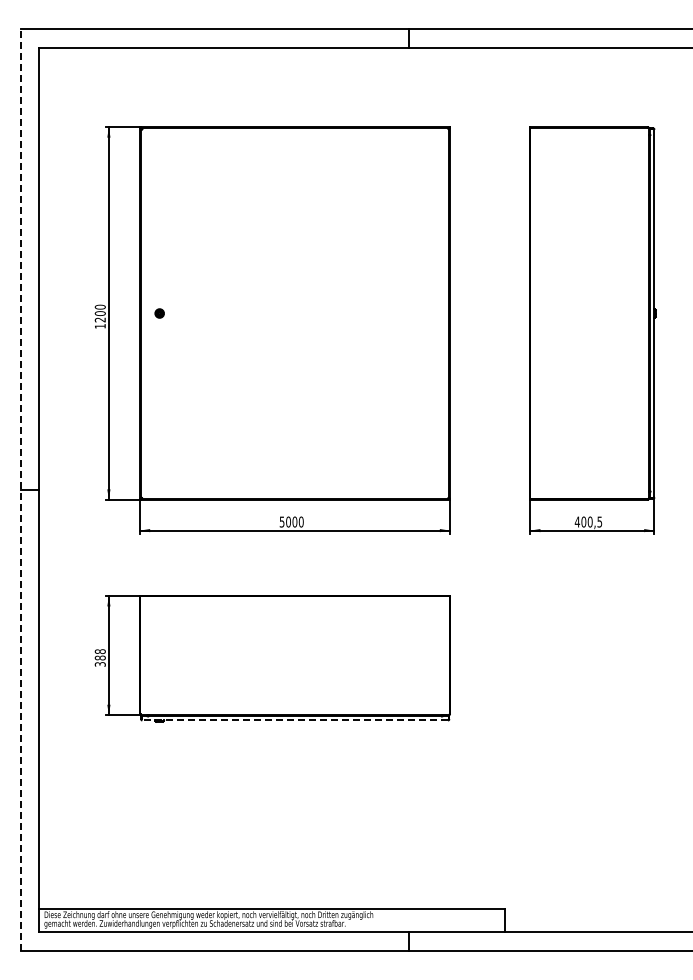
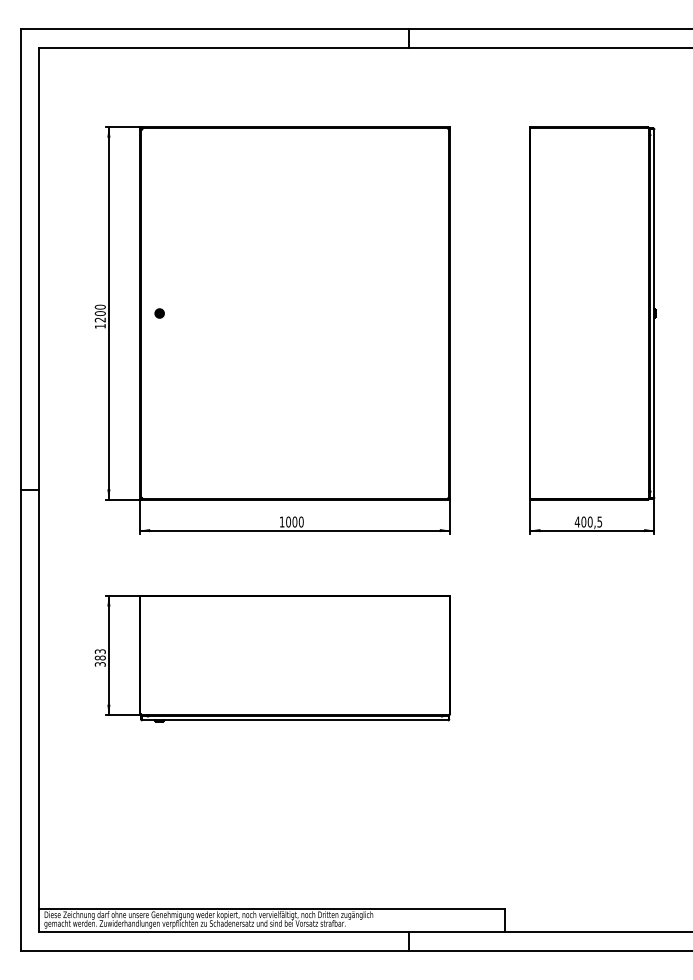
line at (20, 490): dashed -> solid
text at (281, 521): 5000 -> 1000
text at (99, 651): 388 -> 383
line at (295, 720): dashed -> solid
